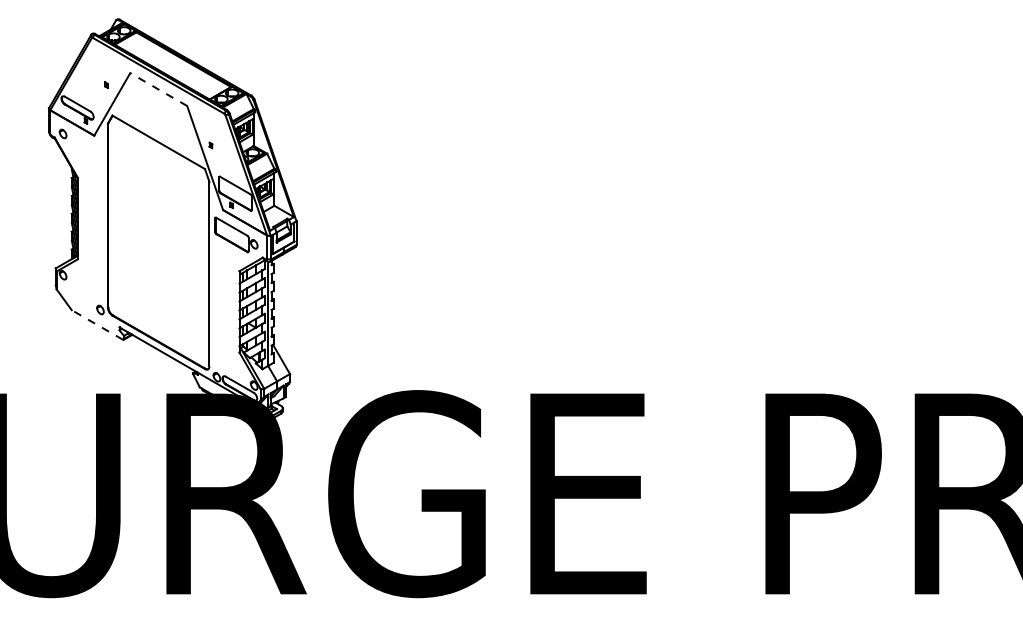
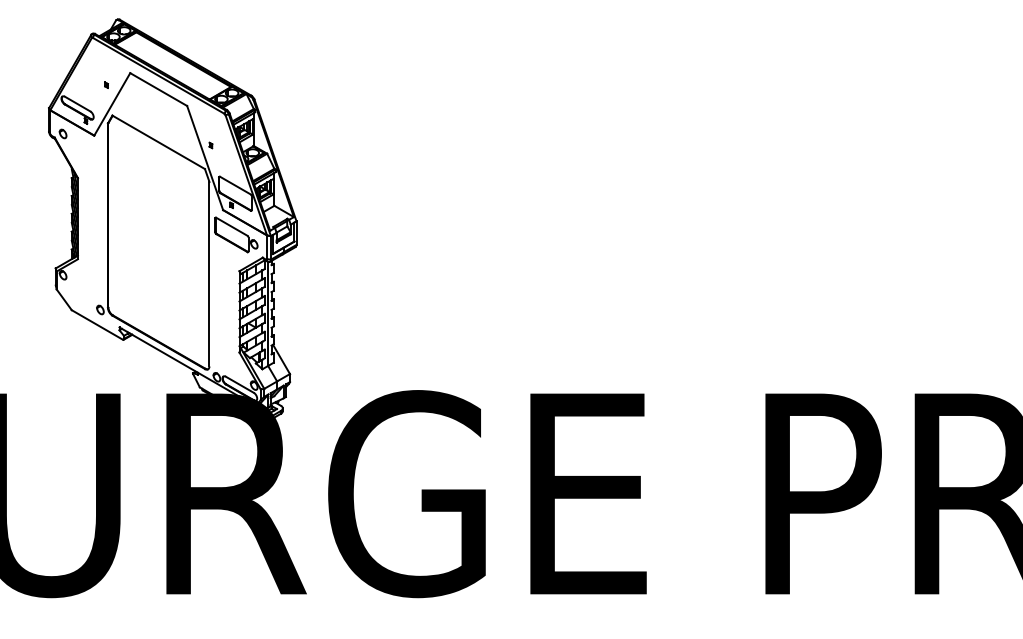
line at (158, 89): dashed -> solid
line at (97, 324): dashed -> solid
